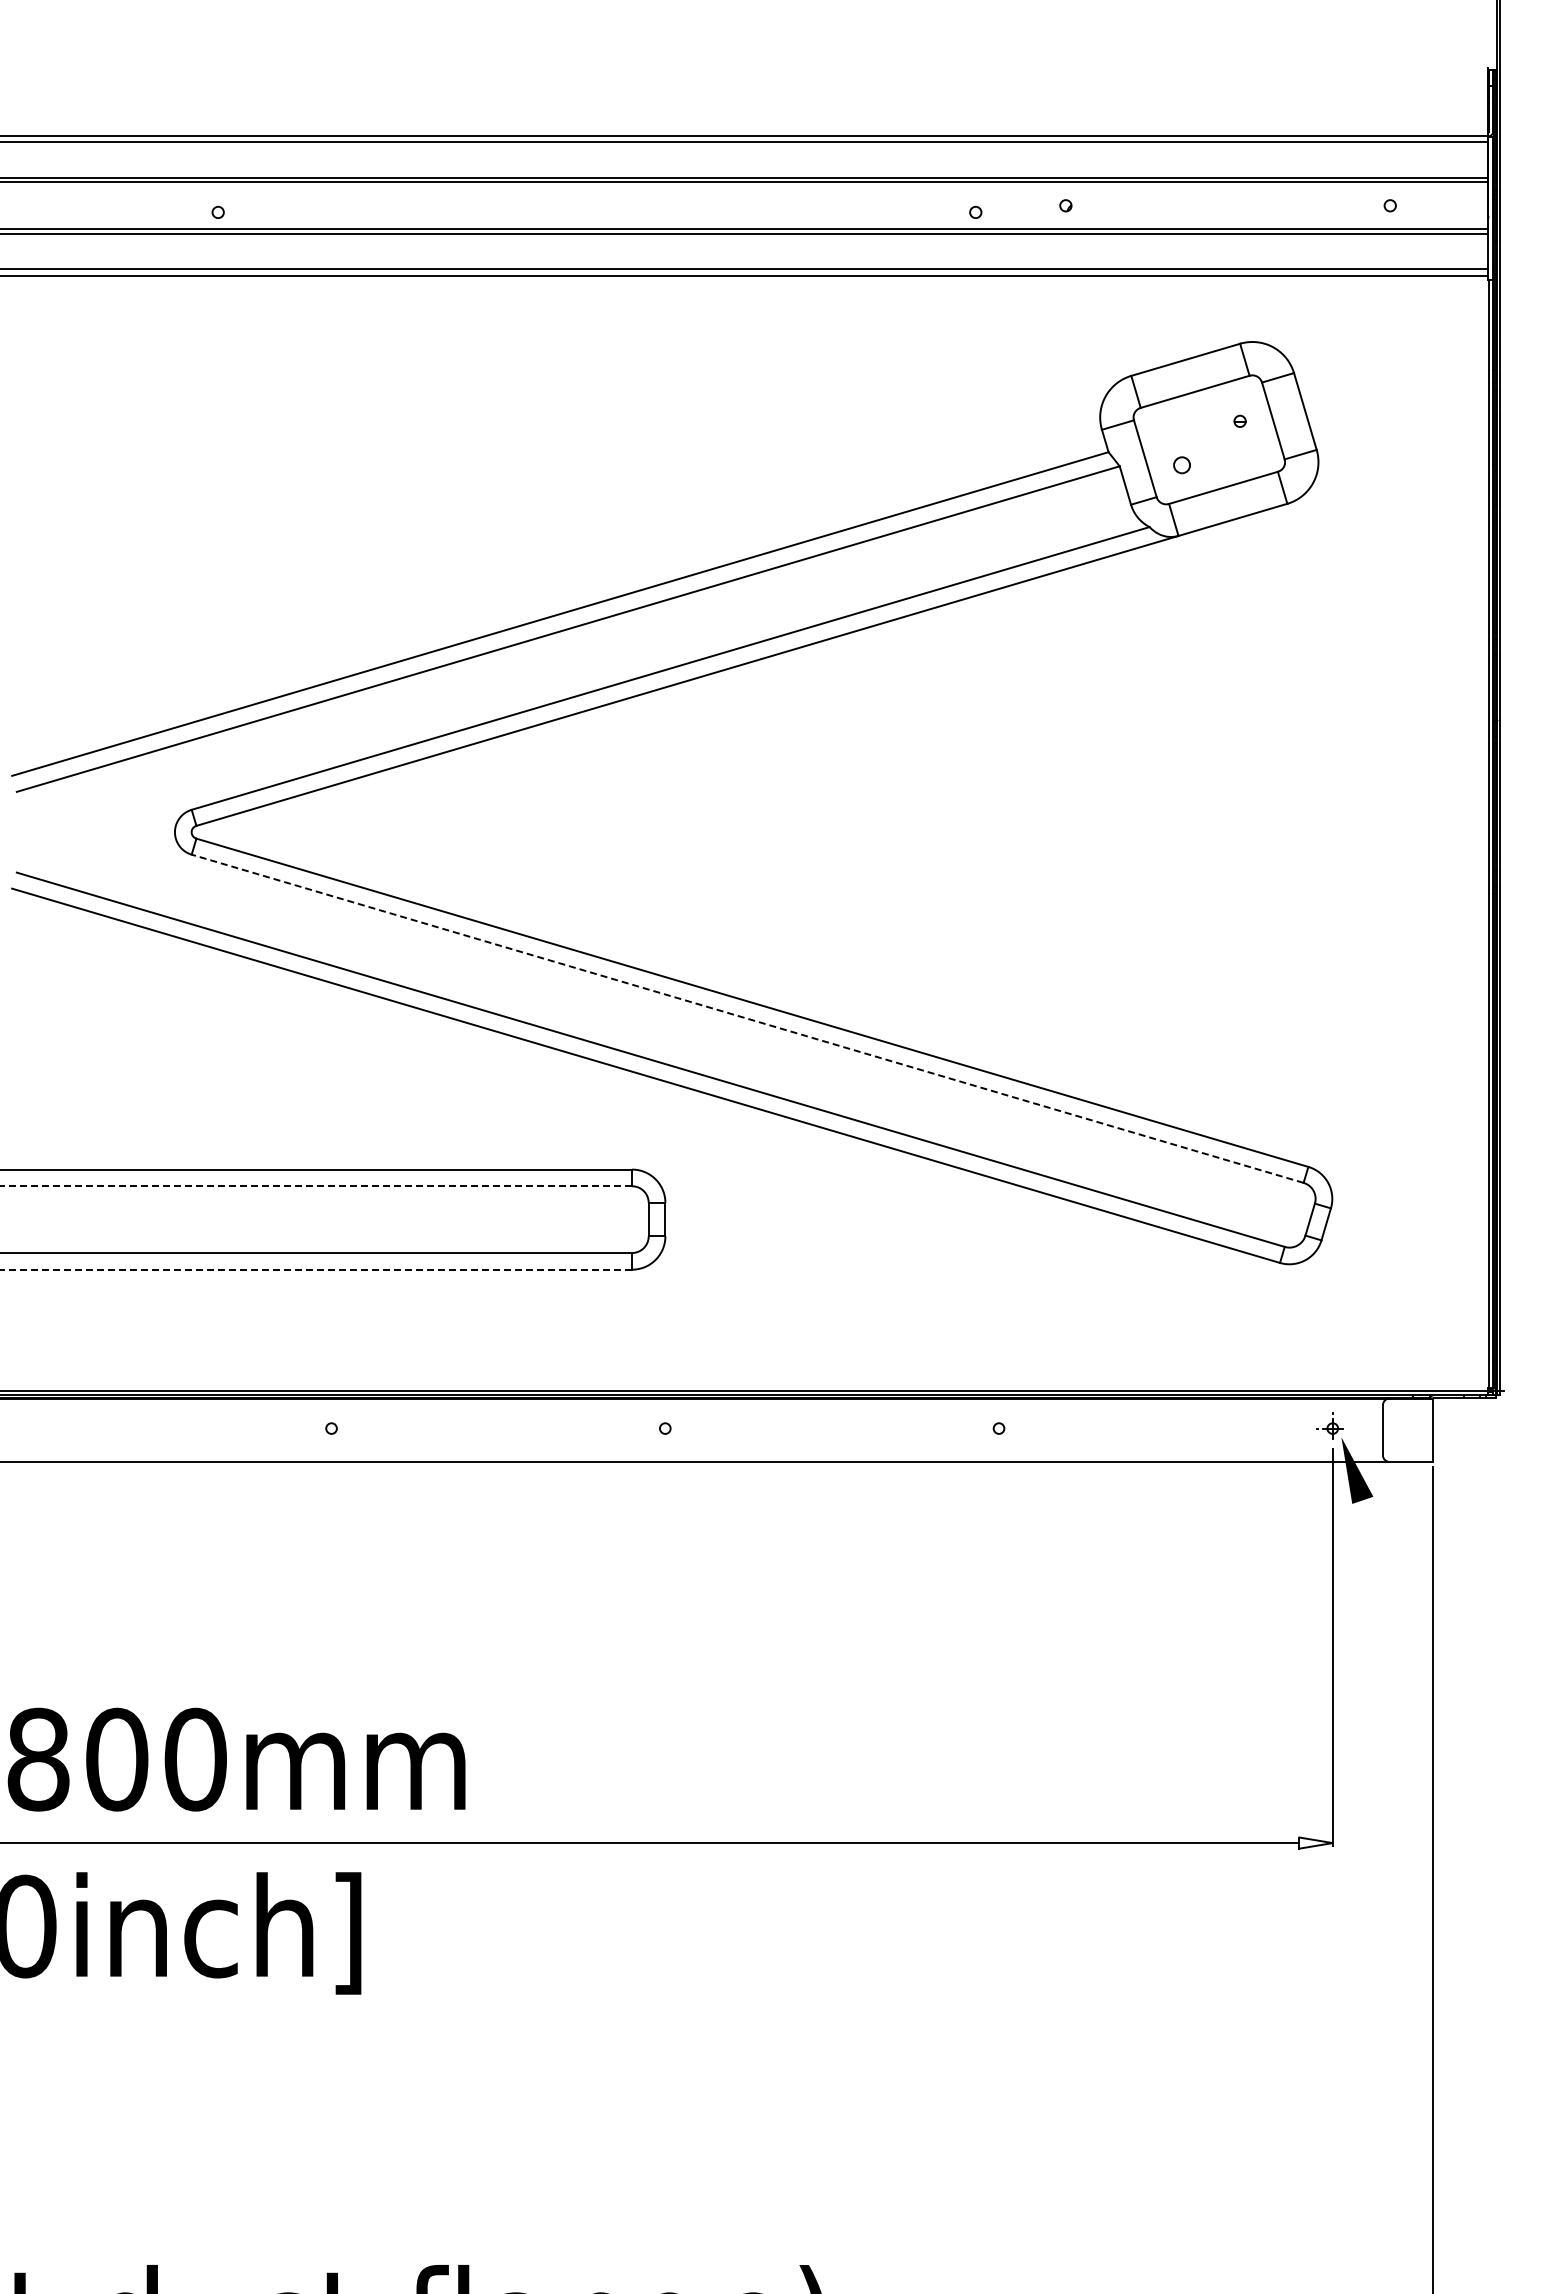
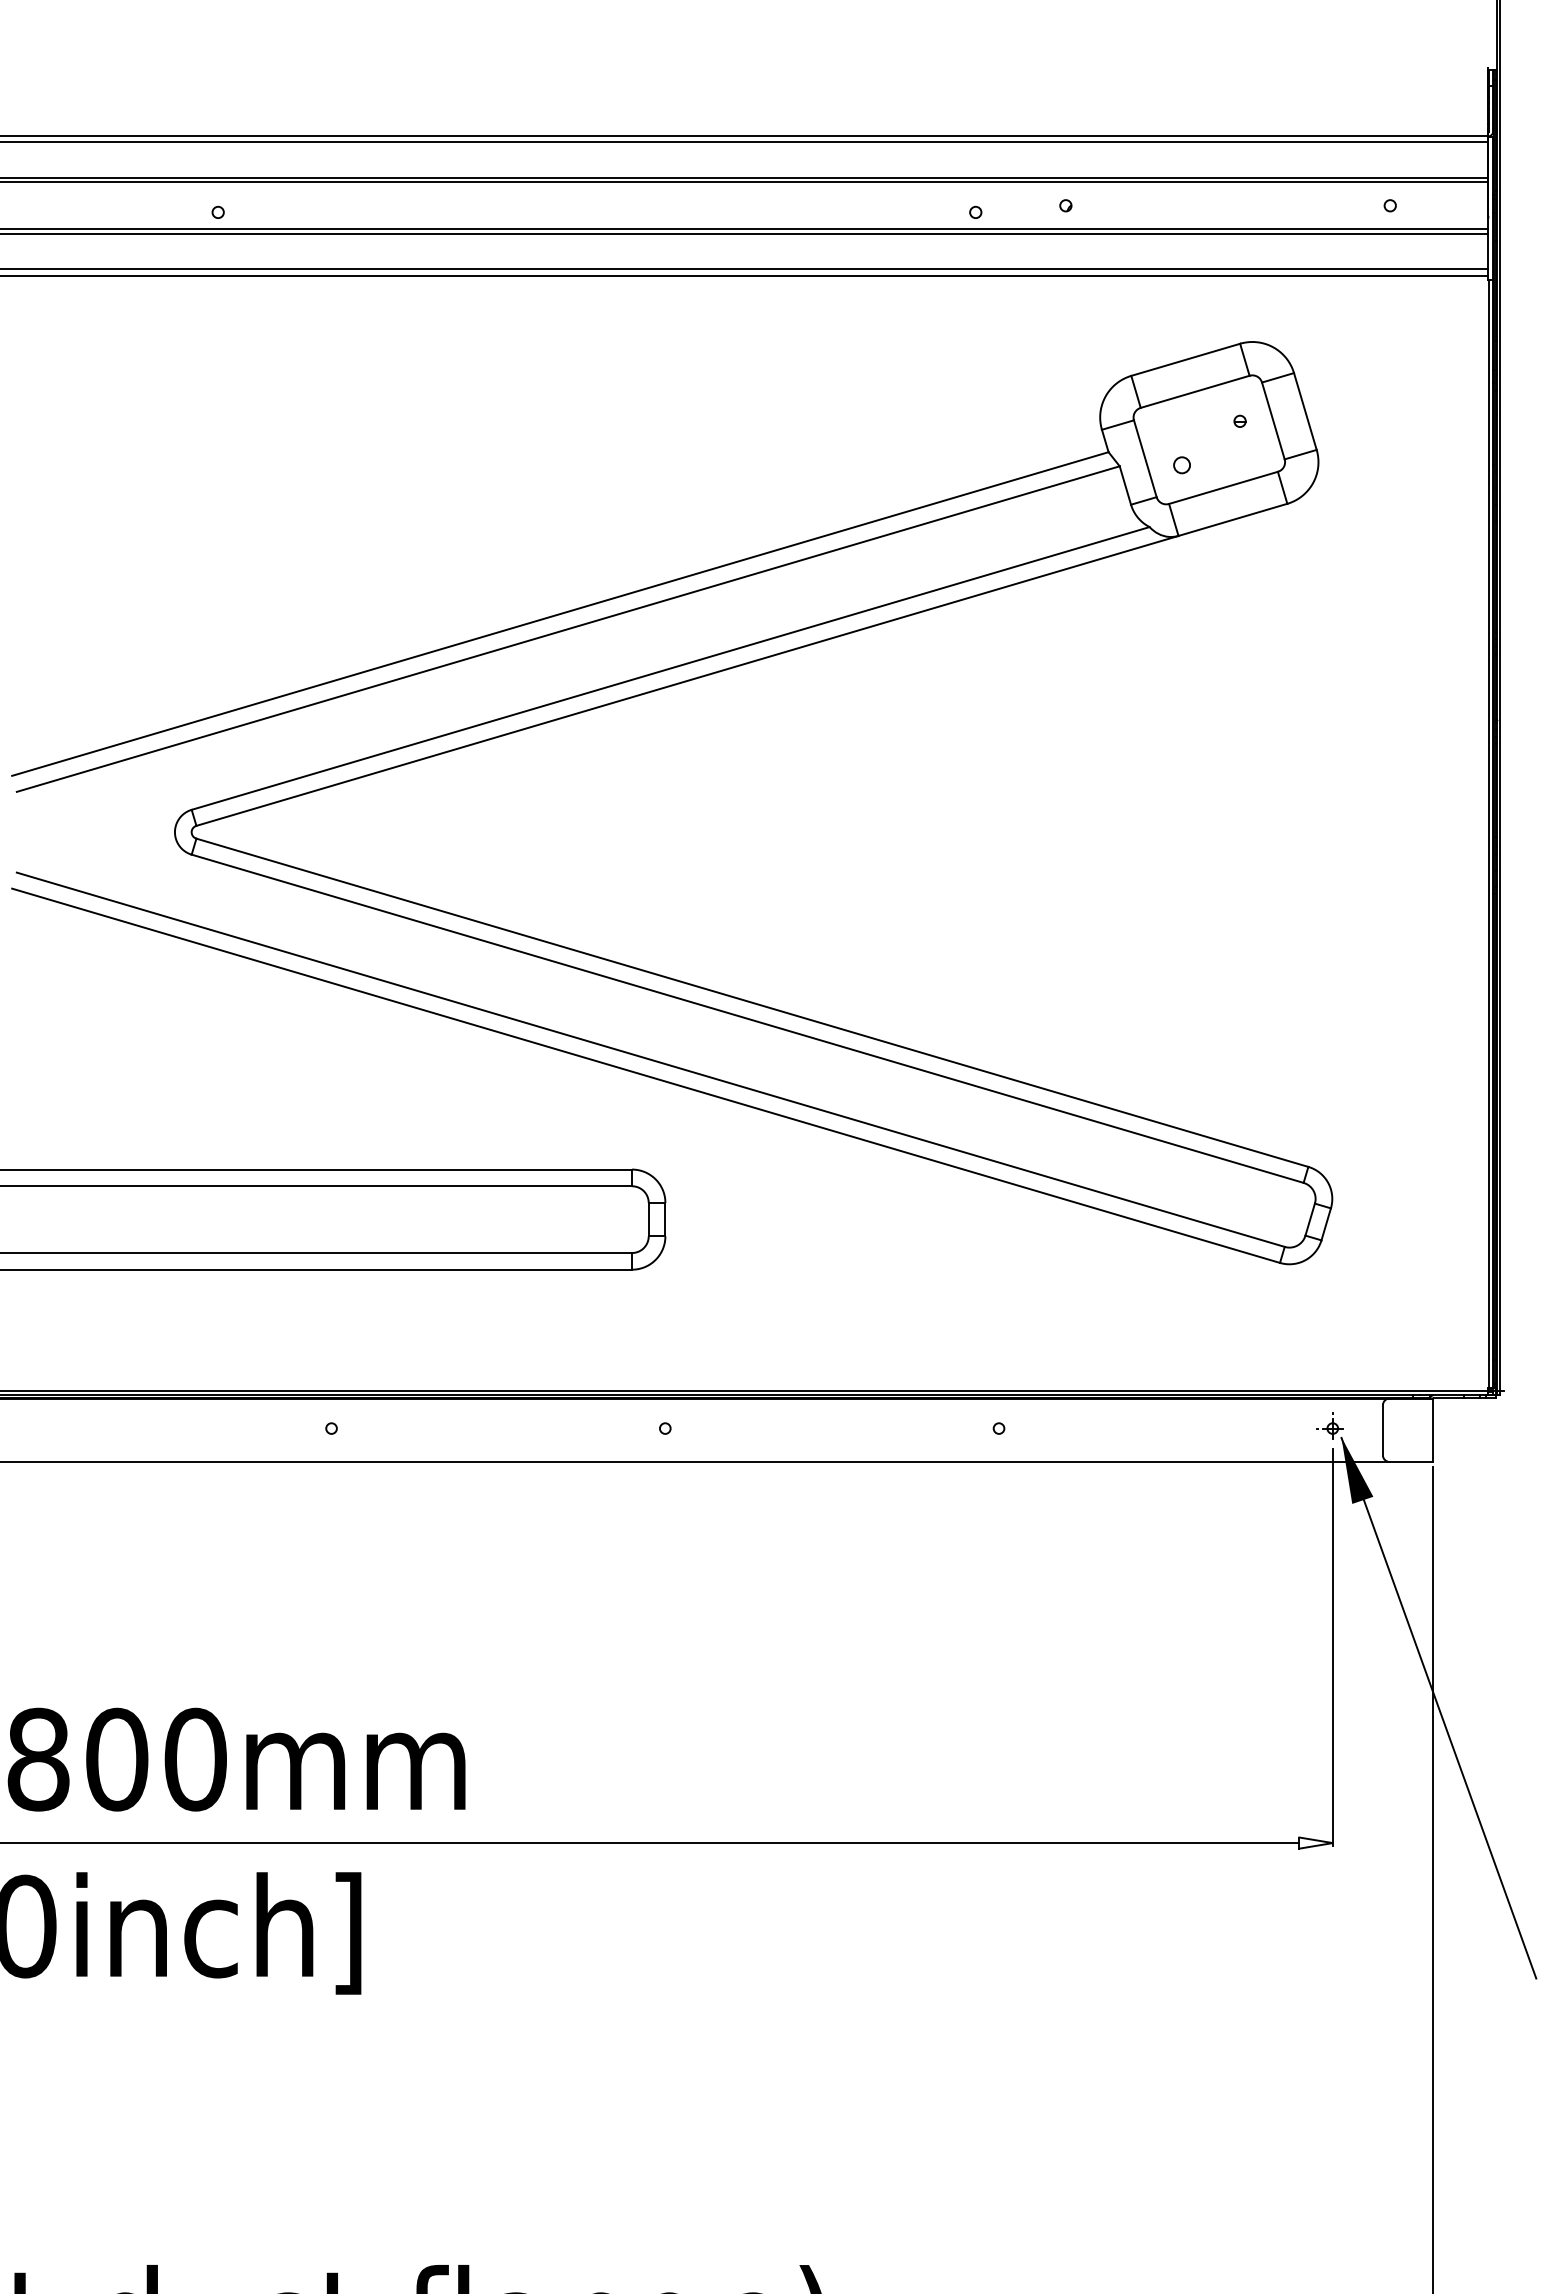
line at (747, 1018): dashed -> solid
line at (316, 1186): dashed -> solid
line at (316, 1269): dashed -> solid
line at (1438, 1707): none -> present
